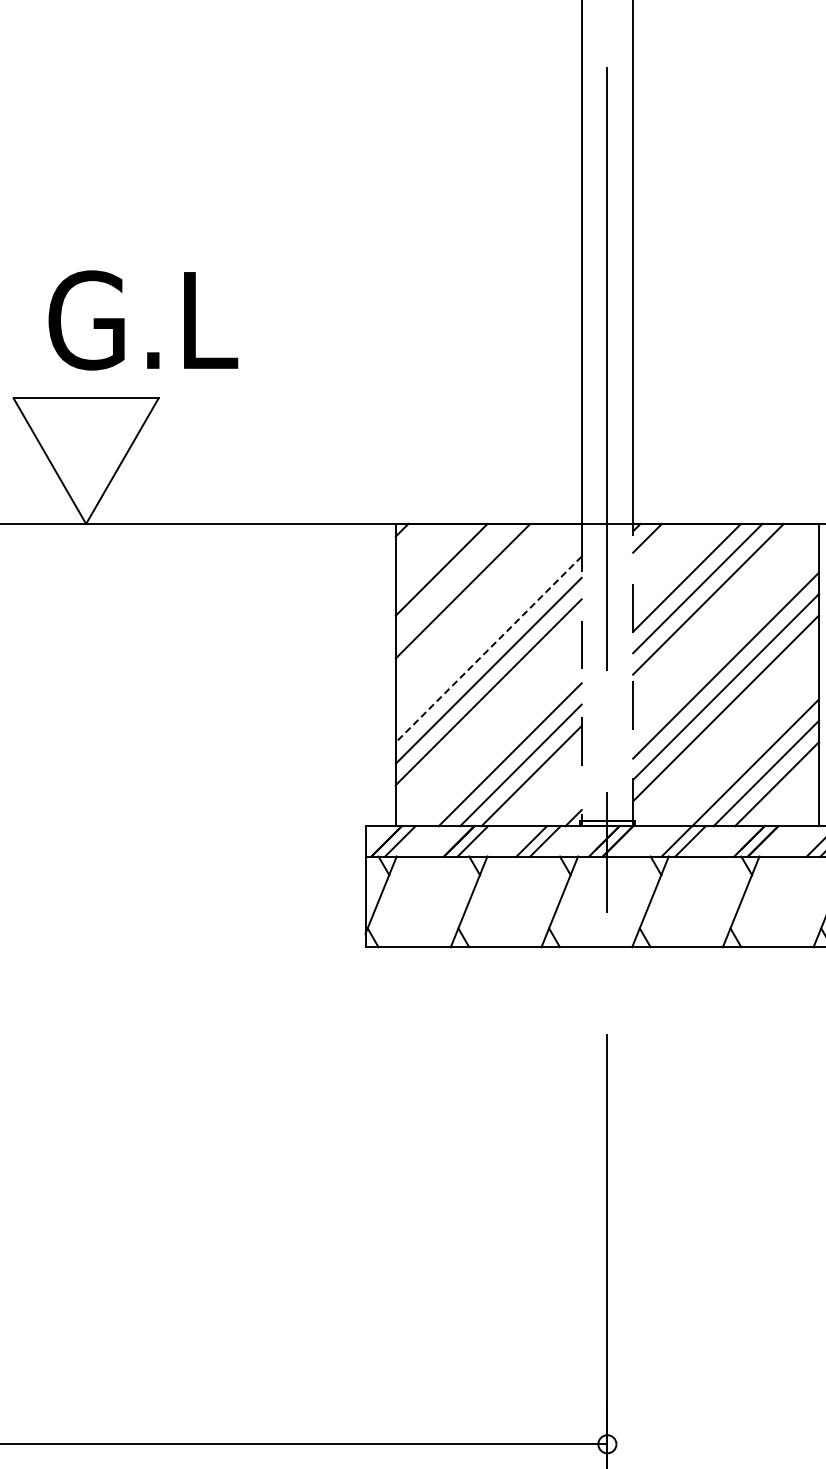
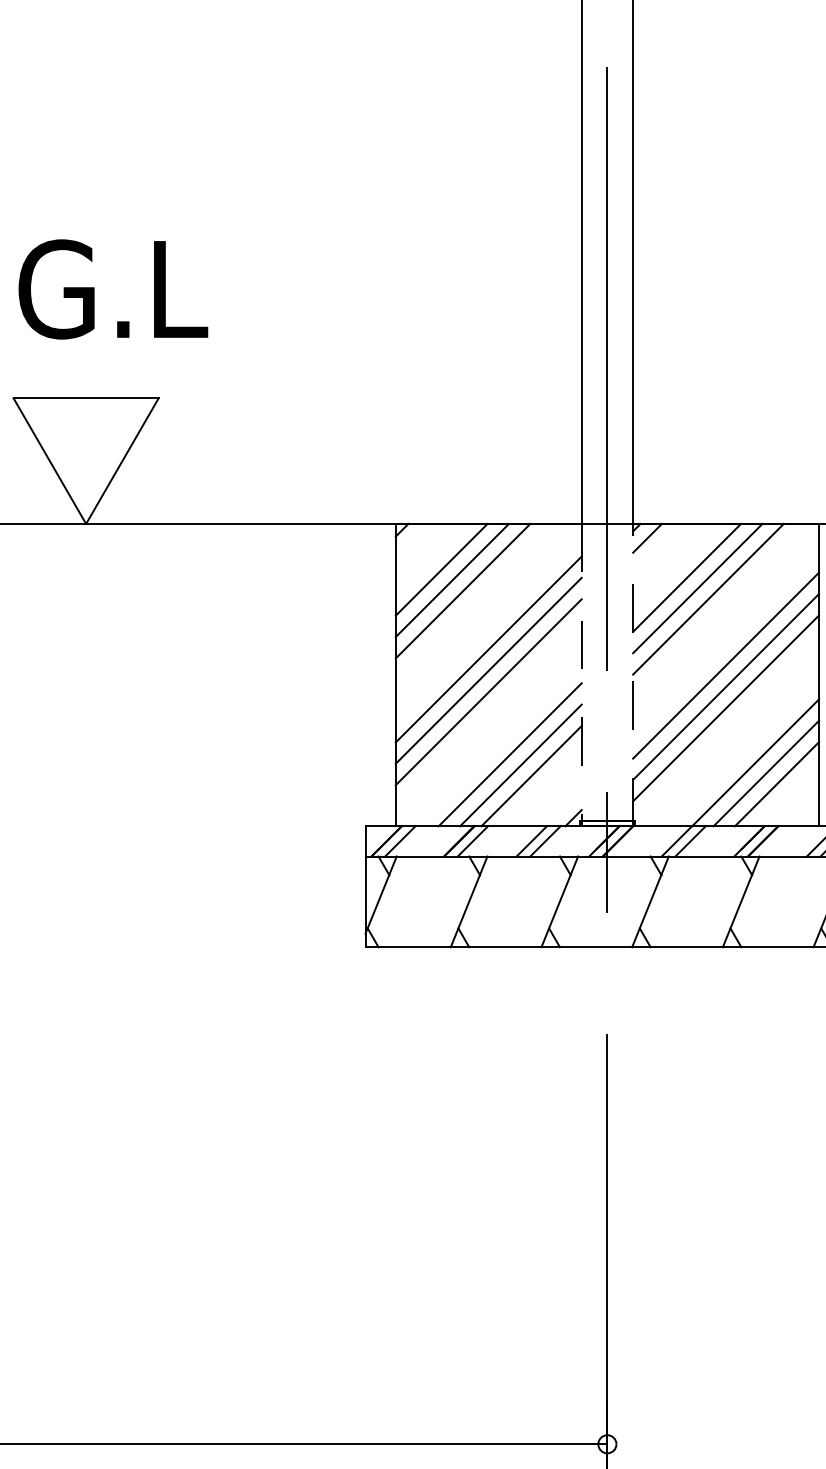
text at (143, 320) position: (143, 320) -> (113, 289)
line at (451, 580): none -> present
line at (488, 649): dashed -> solid
